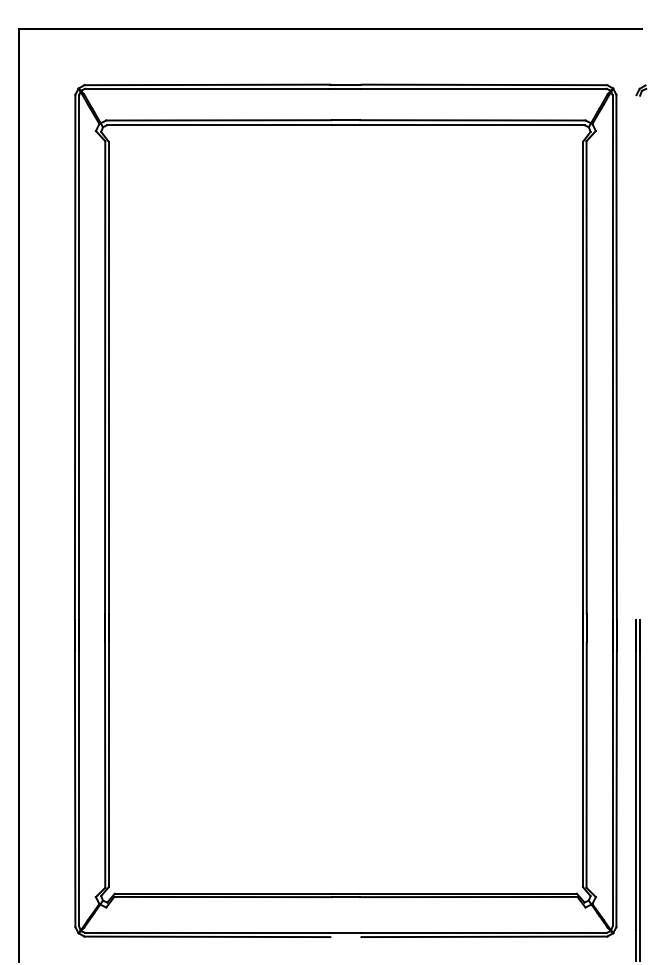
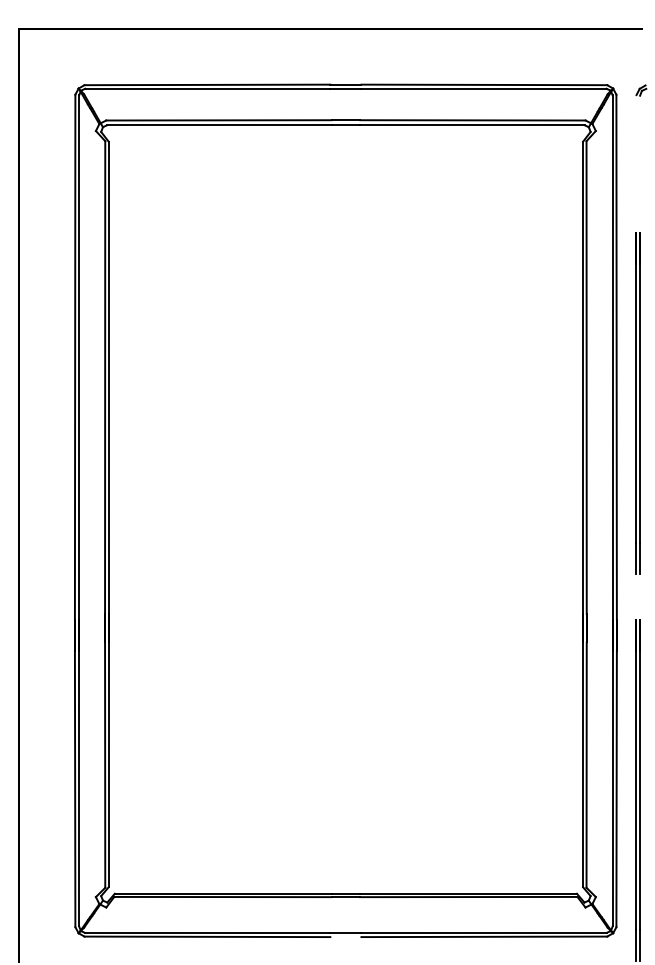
part at (637, 403): none -> present
